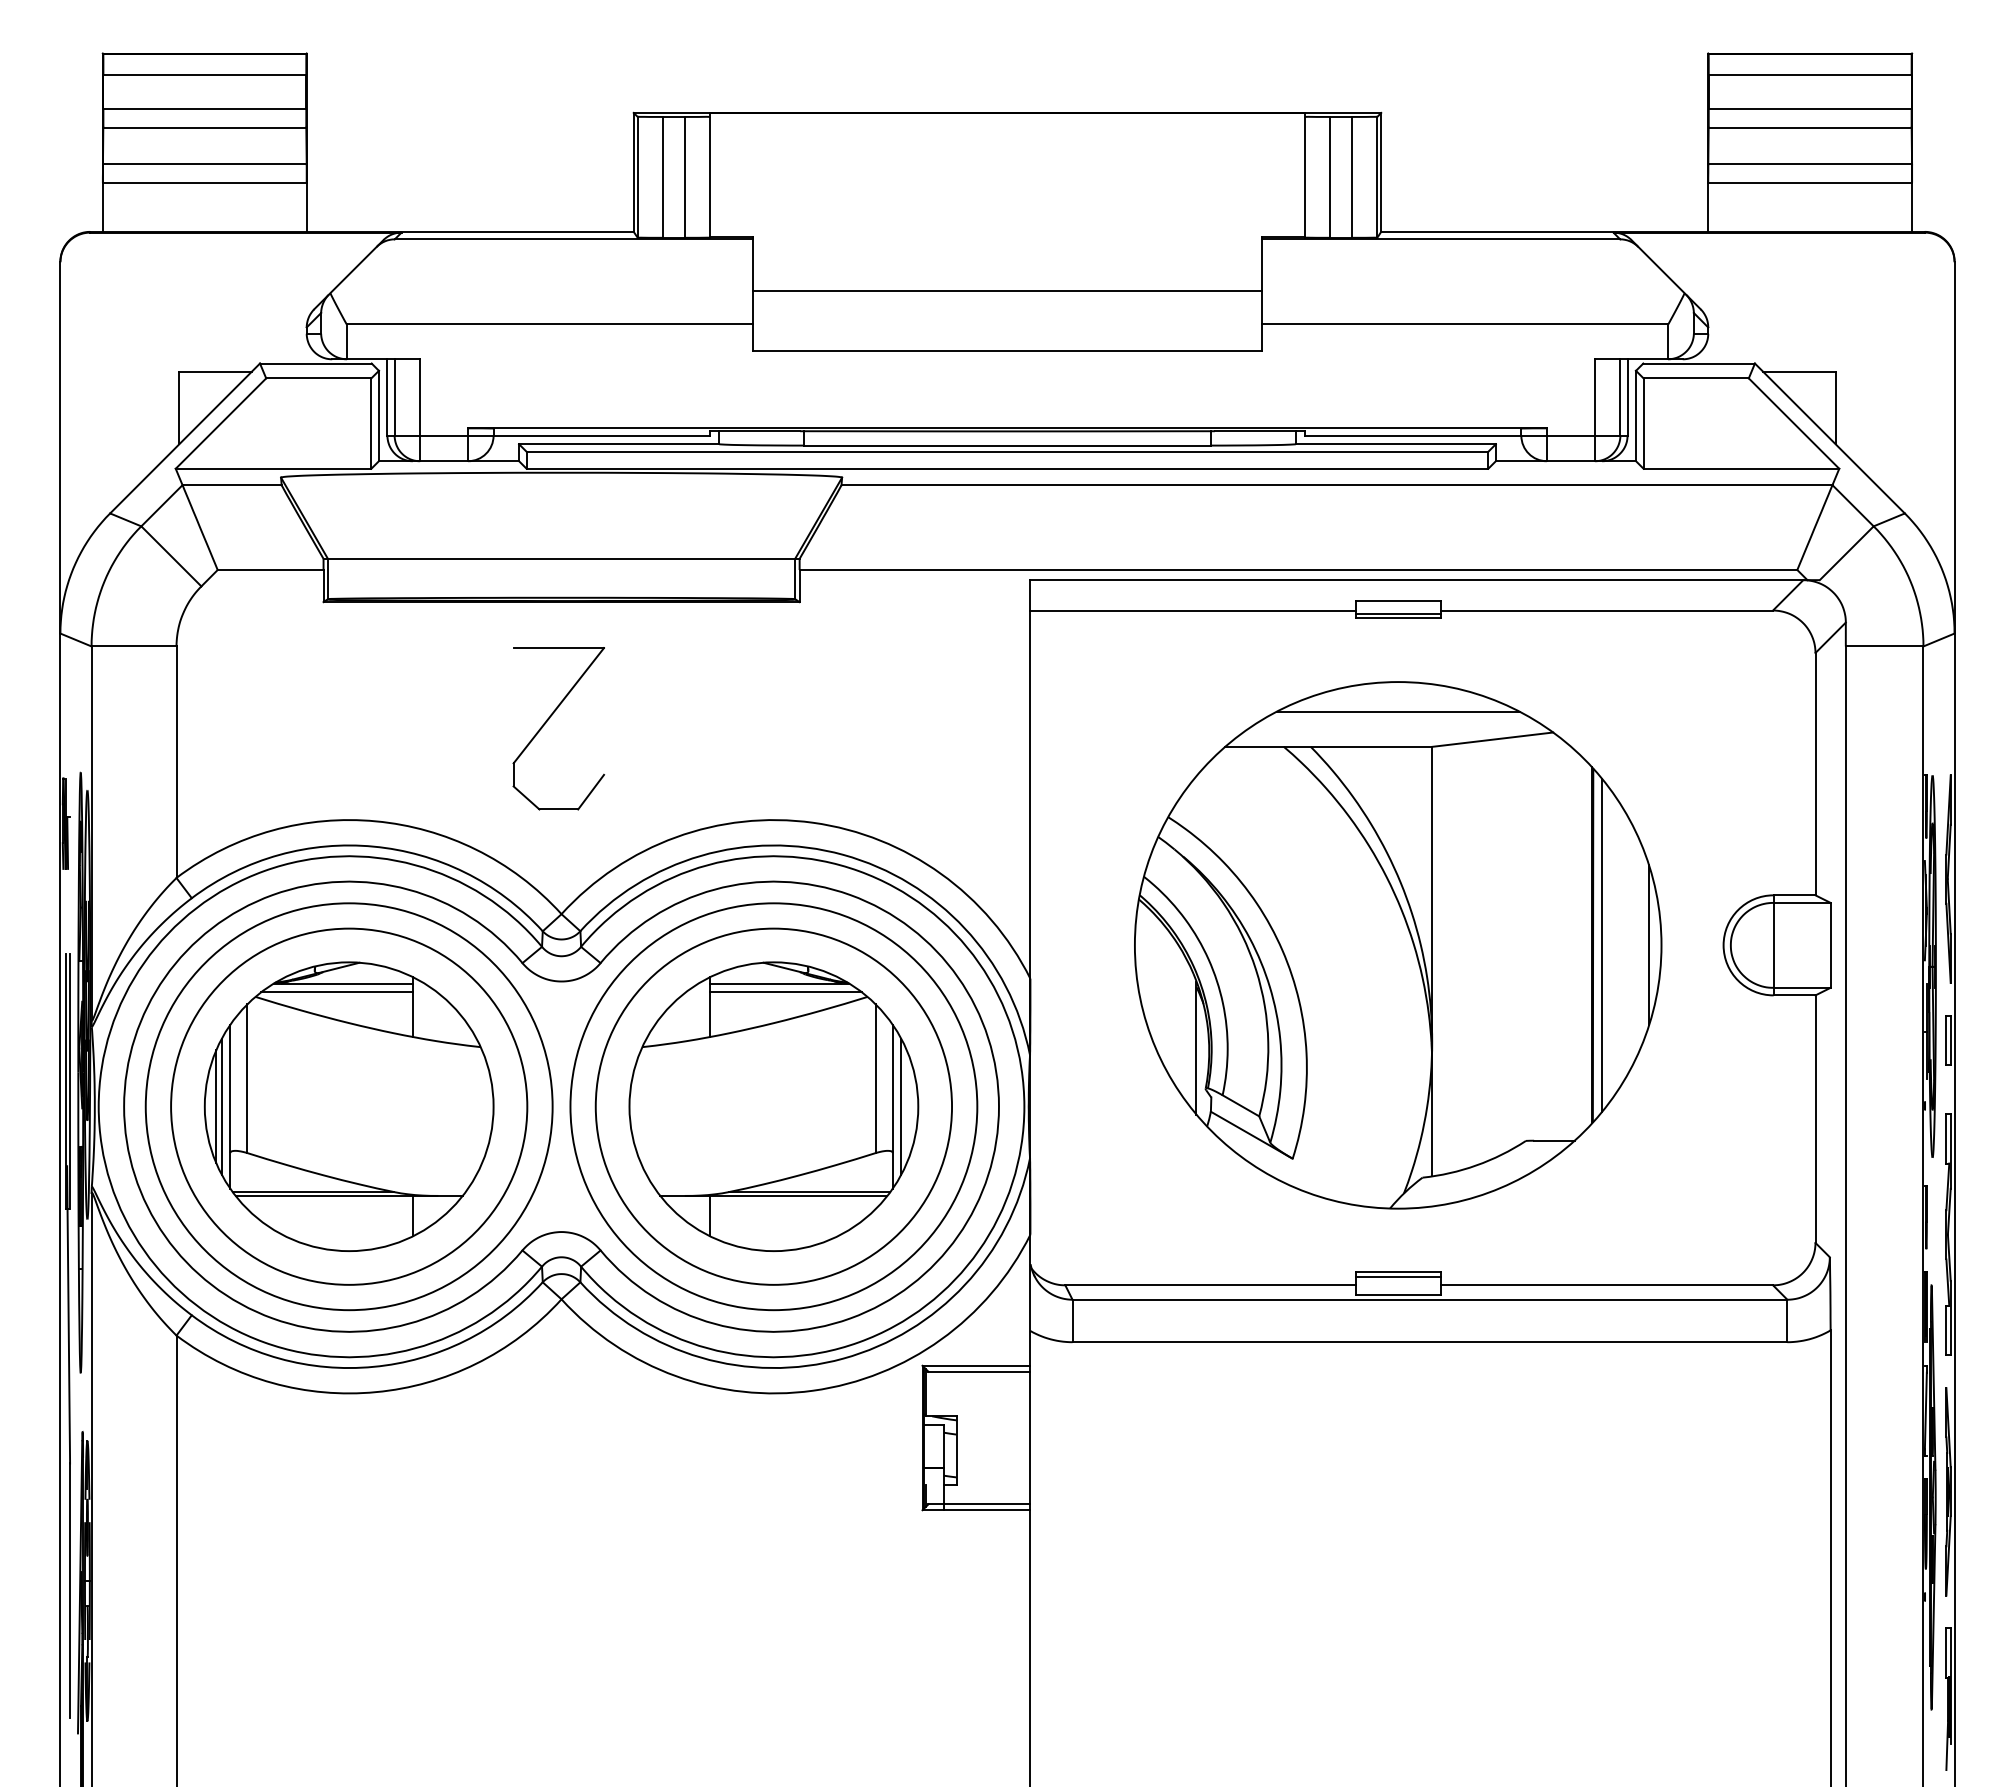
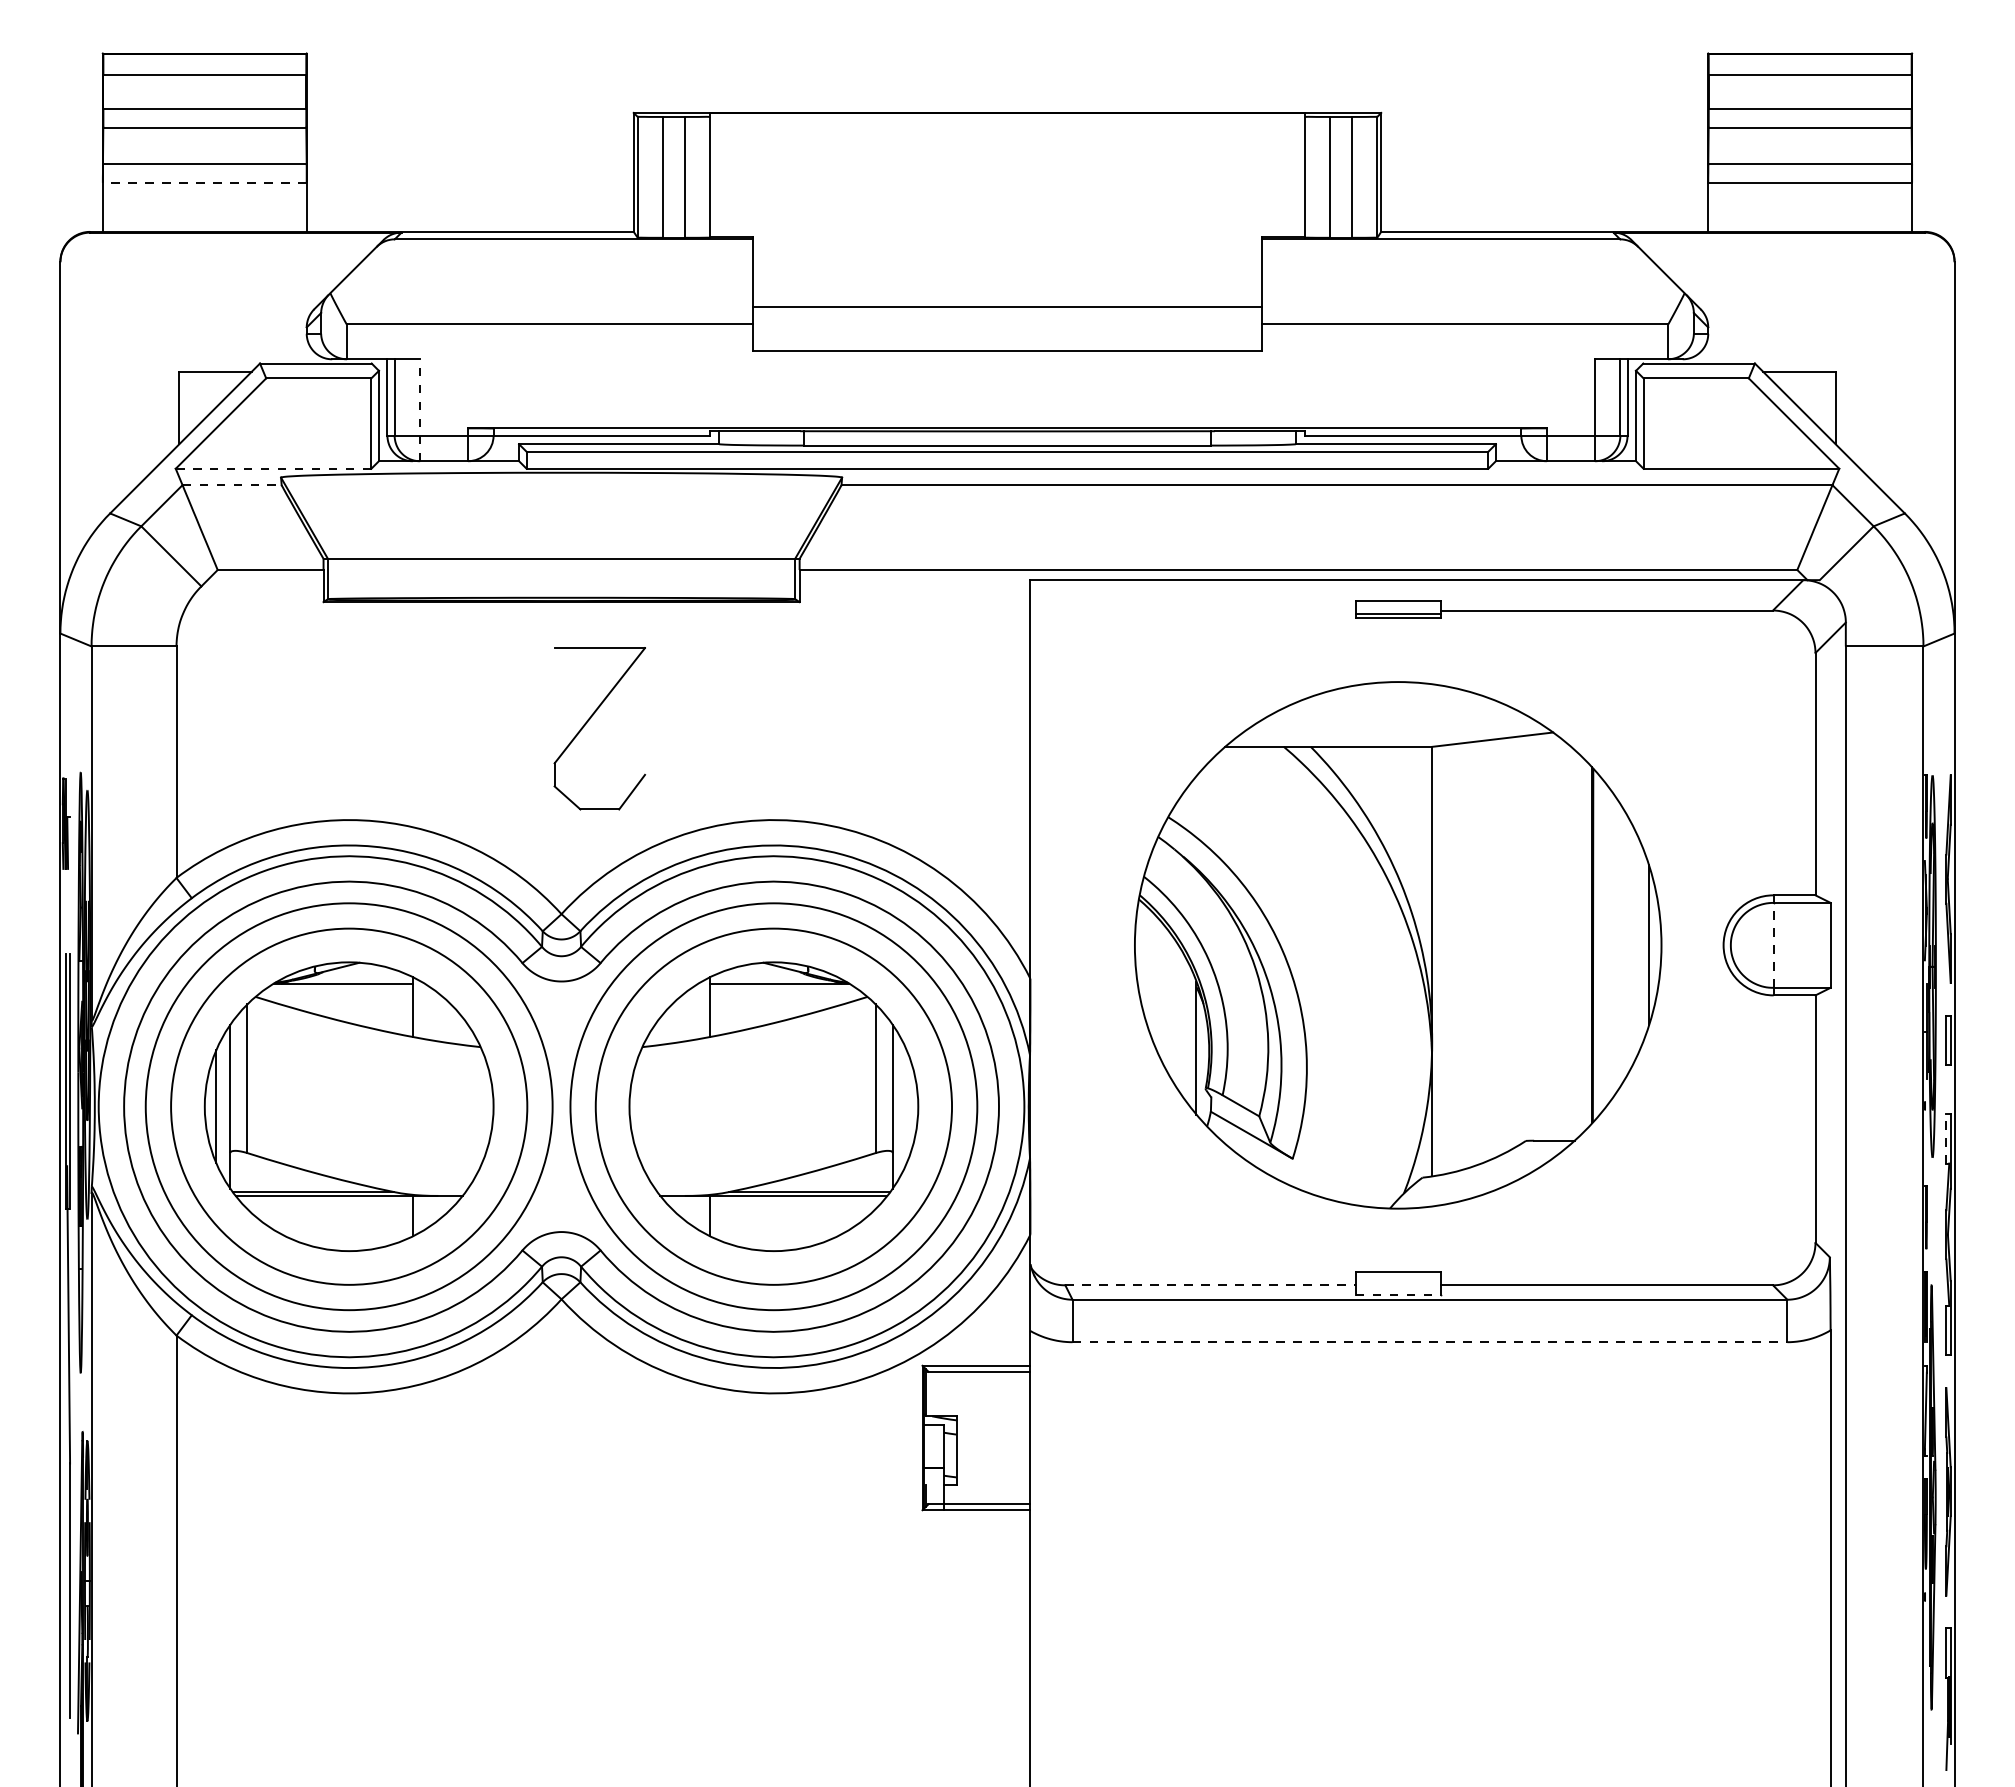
line at (204, 182): solid -> dashed
line at (1007, 291) position: (1007, 291) -> (1007, 307)
line at (420, 410): solid -> dashed
line at (273, 468): solid -> dashed
line at (232, 485): solid -> dashed
line at (1192, 610): present -> none
line at (1397, 711): present -> none
part at (549, 719) position: (549, 719) -> (590, 719)
line at (1773, 944): solid -> dashed
line at (1602, 945): present -> none
line at (336, 992): present -> none
line at (785, 992): present -> none
line at (221, 1106): present -> none
line at (901, 1106): present -> none
line at (1946, 1138): solid -> dashed
line at (1397, 1276): present -> none
line at (1211, 1285): solid -> dashed
line at (1398, 1294): solid -> dashed
line at (1430, 1342): solid -> dashed
